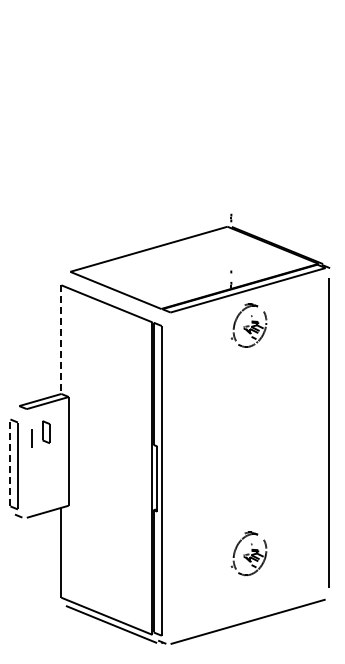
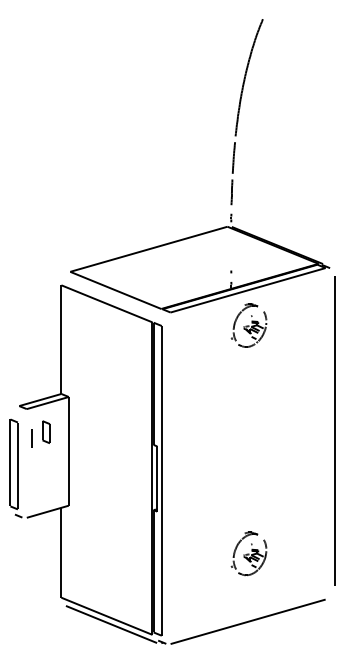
part at (239, 112): none -> present
line at (61, 340): dashed -> solid
line at (328, 432) position: (328, 432) -> (334, 430)
line at (10, 462): dashed -> solid
